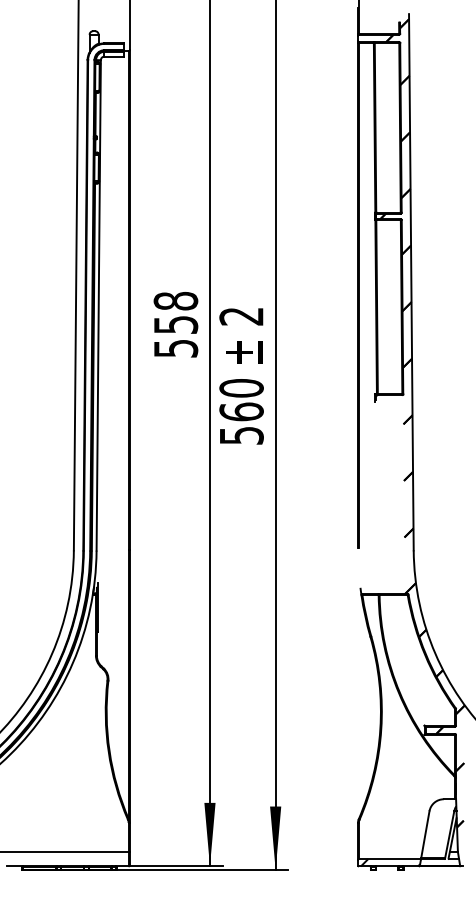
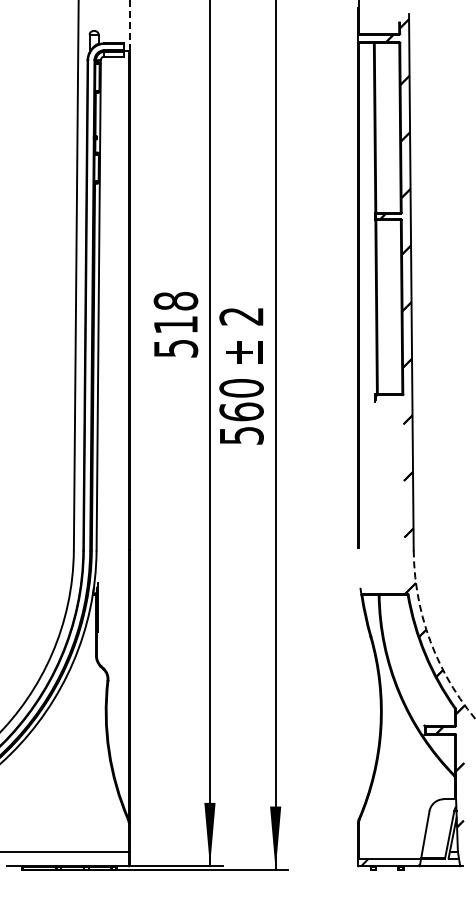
line at (129, 25): solid -> dashed
text at (176, 324): 558 -> 518
arc at (429, 639): solid -> dashed
